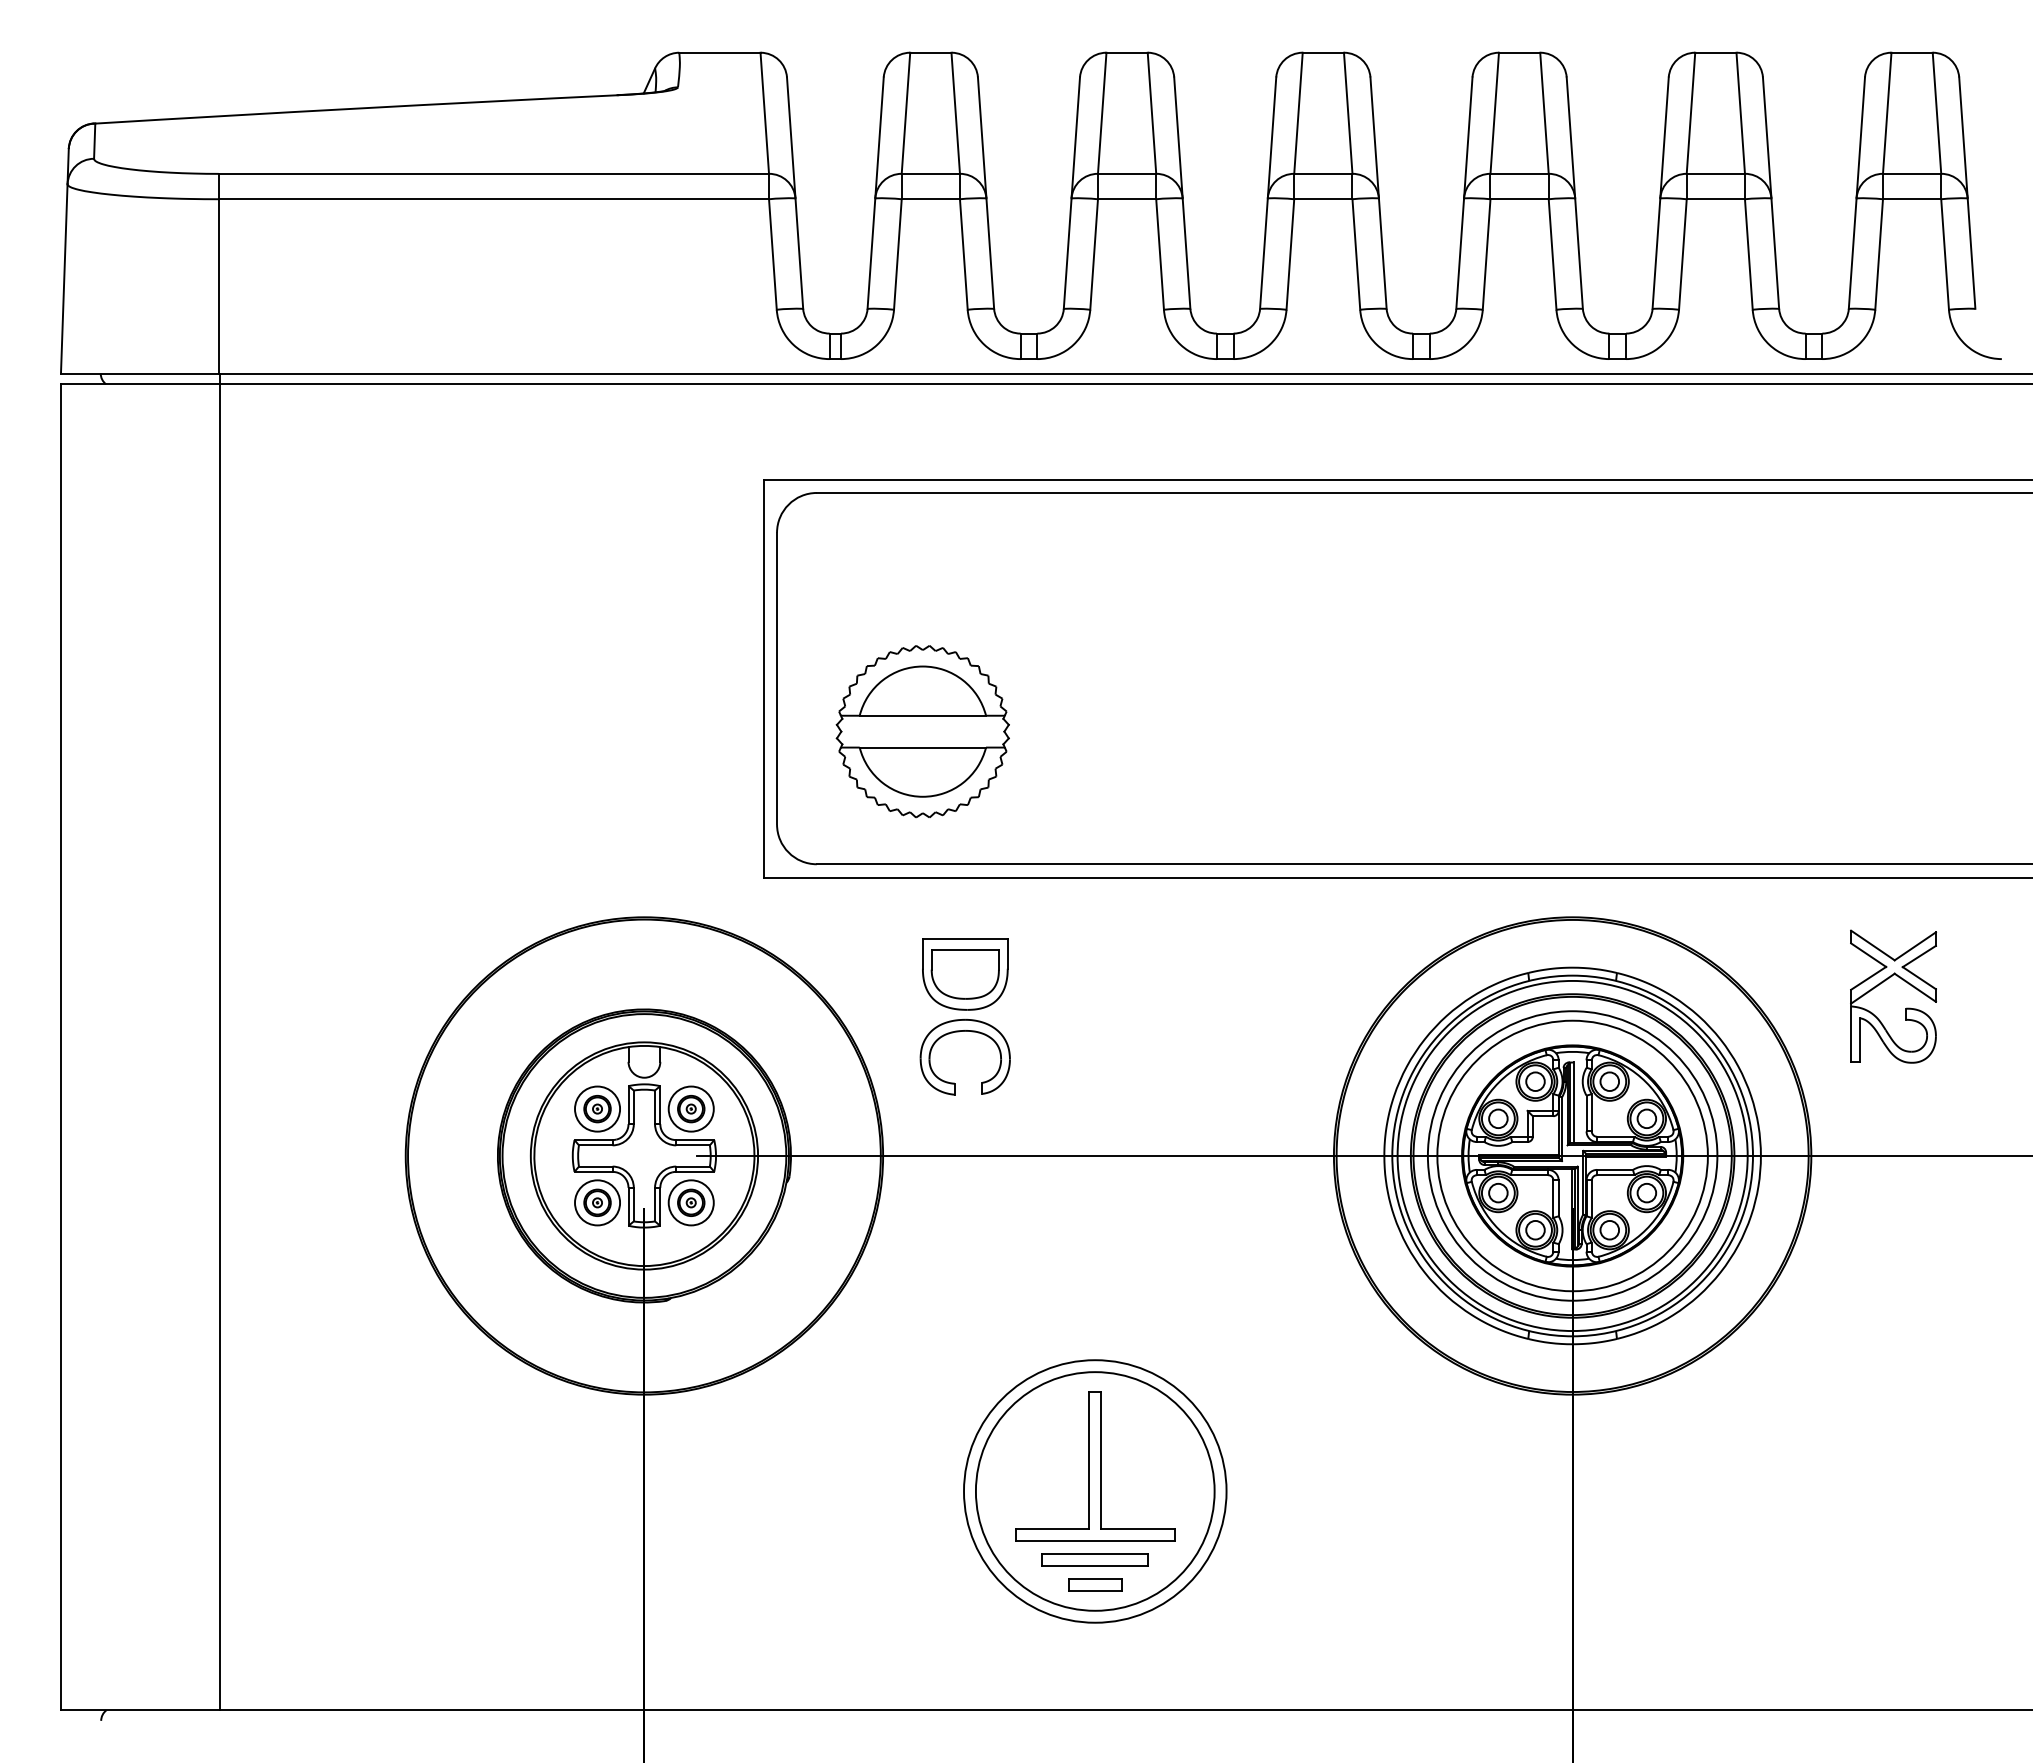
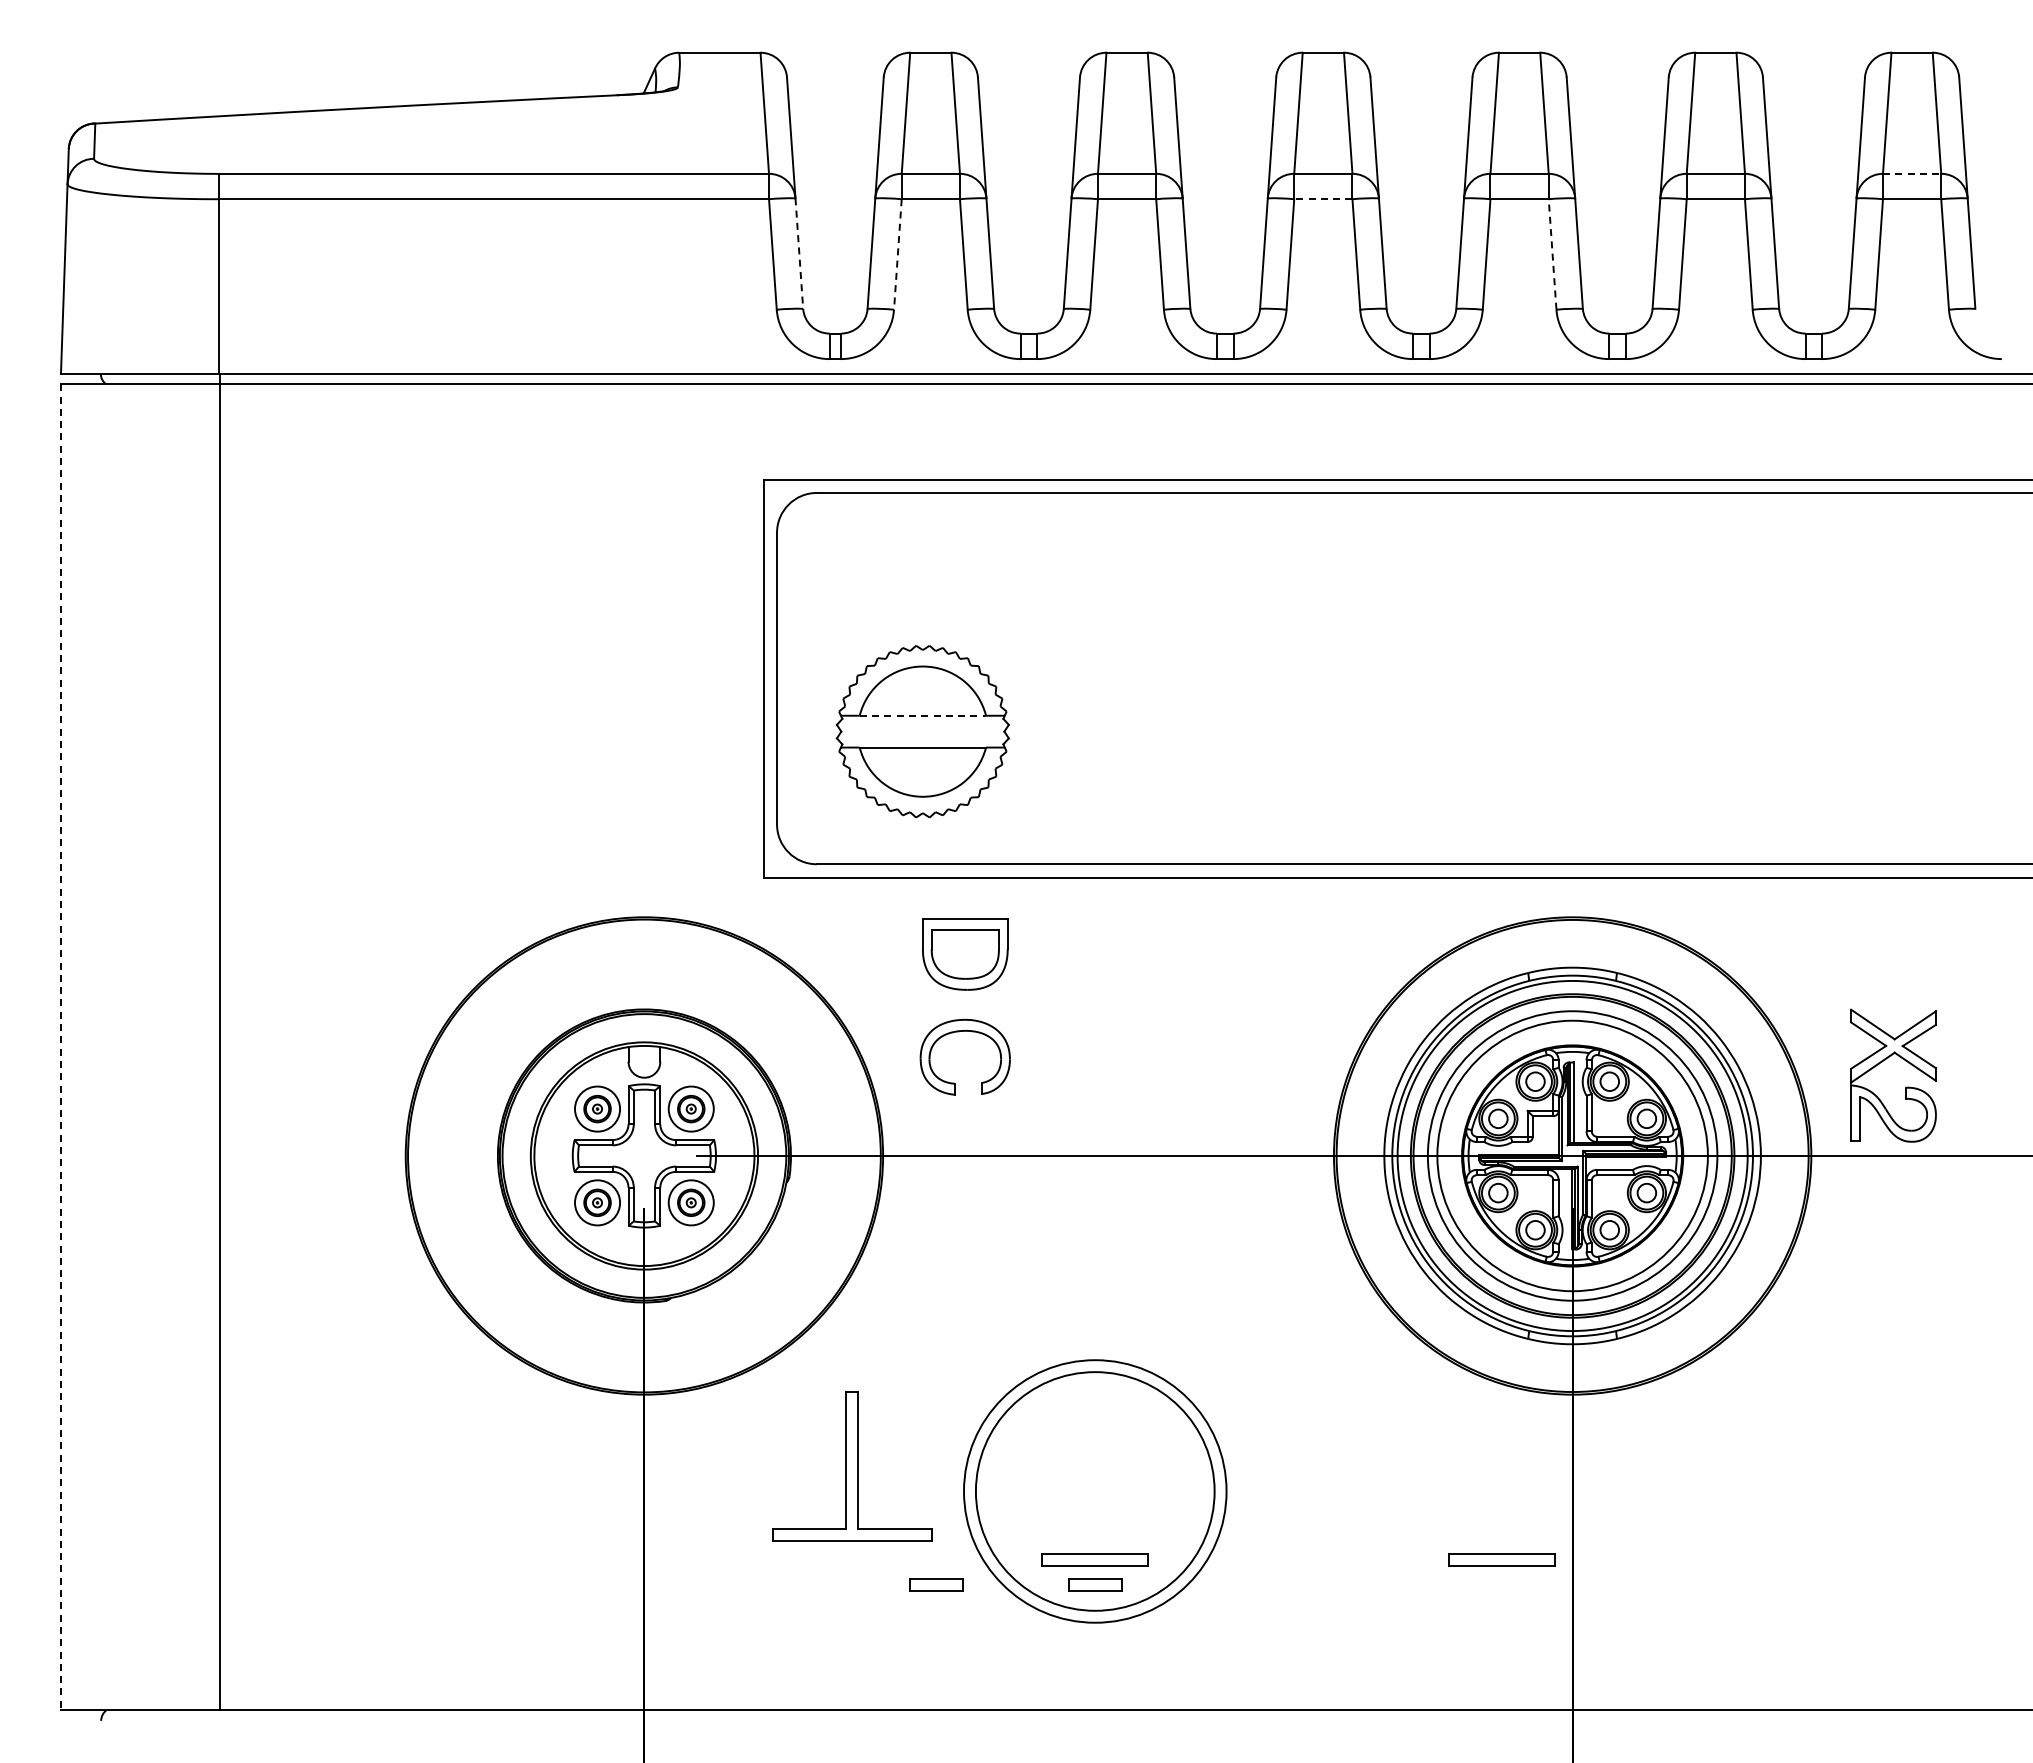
line at (1912, 173): solid -> dashed
line at (1322, 199): solid -> dashed
line at (1552, 253): solid -> dashed
line at (799, 254): solid -> dashed
line at (897, 254): solid -> dashed
line at (923, 715): solid -> dashed
part at (965, 974) position: (965, 974) -> (965, 954)
part at (1905, 1008) position: (1905, 1008) -> (1905, 1087)
line at (60, 1047): solid -> dashed
part at (1095, 1466) position: (1095, 1466) -> (852, 1466)
part at (1501, 1559): none -> present
part at (936, 1584): none -> present
